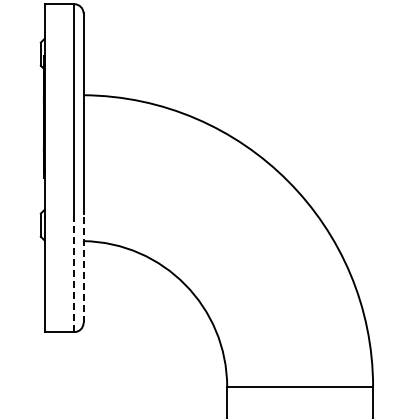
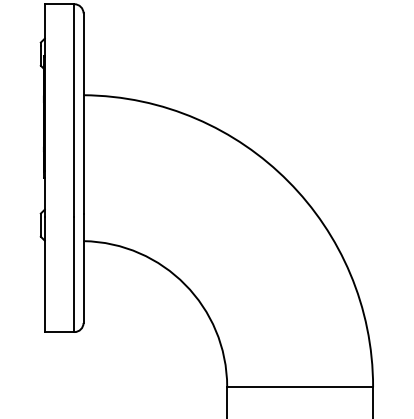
line at (83, 268): dashed -> solid
line at (74, 274): dashed -> solid
